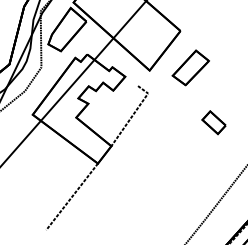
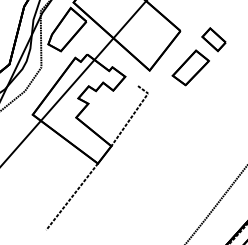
part at (213, 122) position: (213, 122) -> (213, 39)
